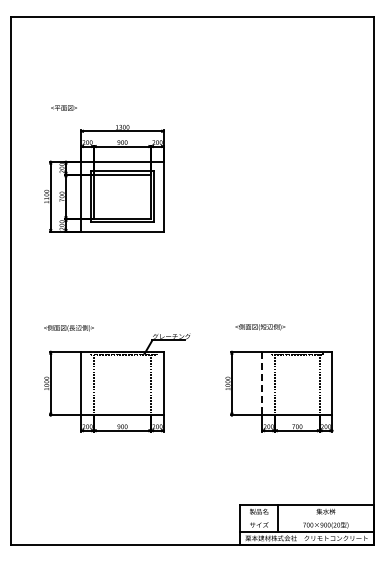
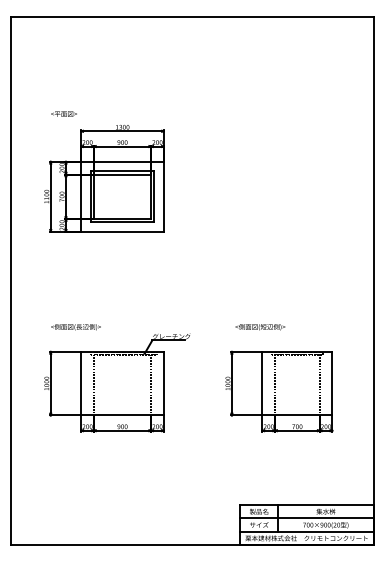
text at (63, 107) position: (63, 107) -> (63, 113)
text at (68, 328) position: (68, 328) -> (75, 327)
line at (262, 383): dashed -> solid
line at (306, 518): none -> present
